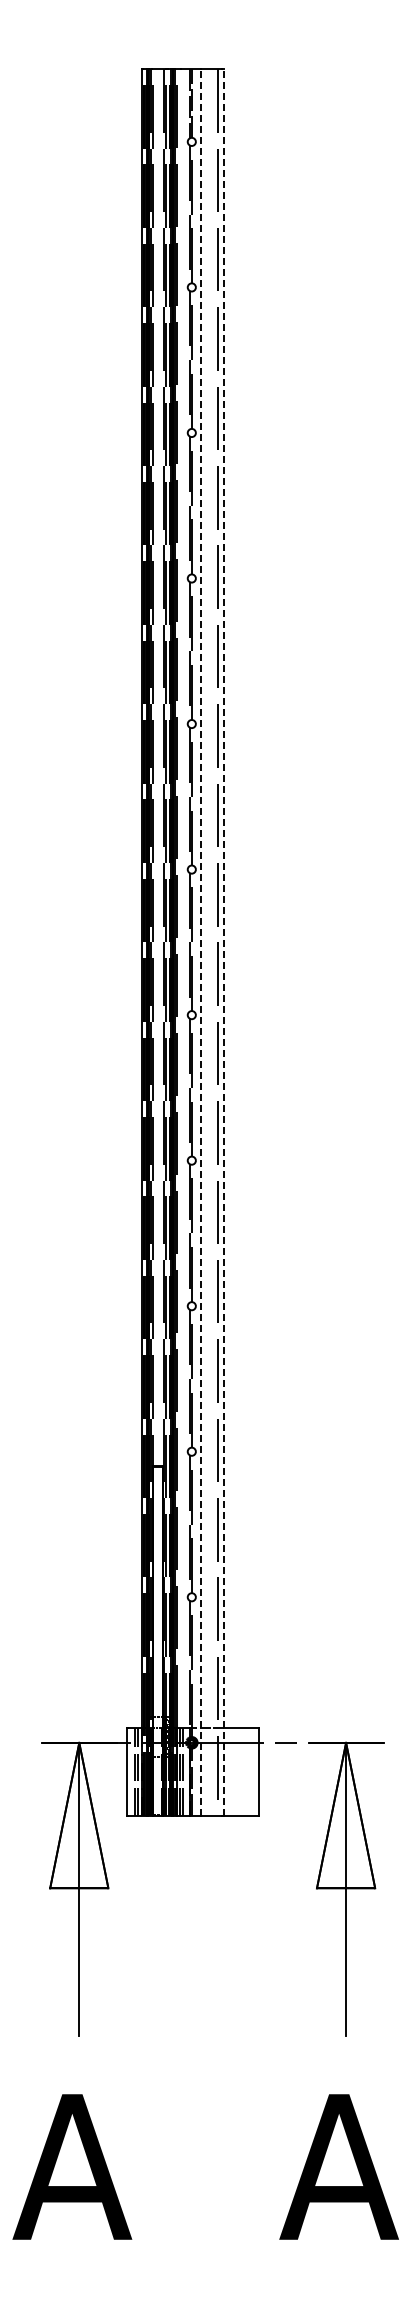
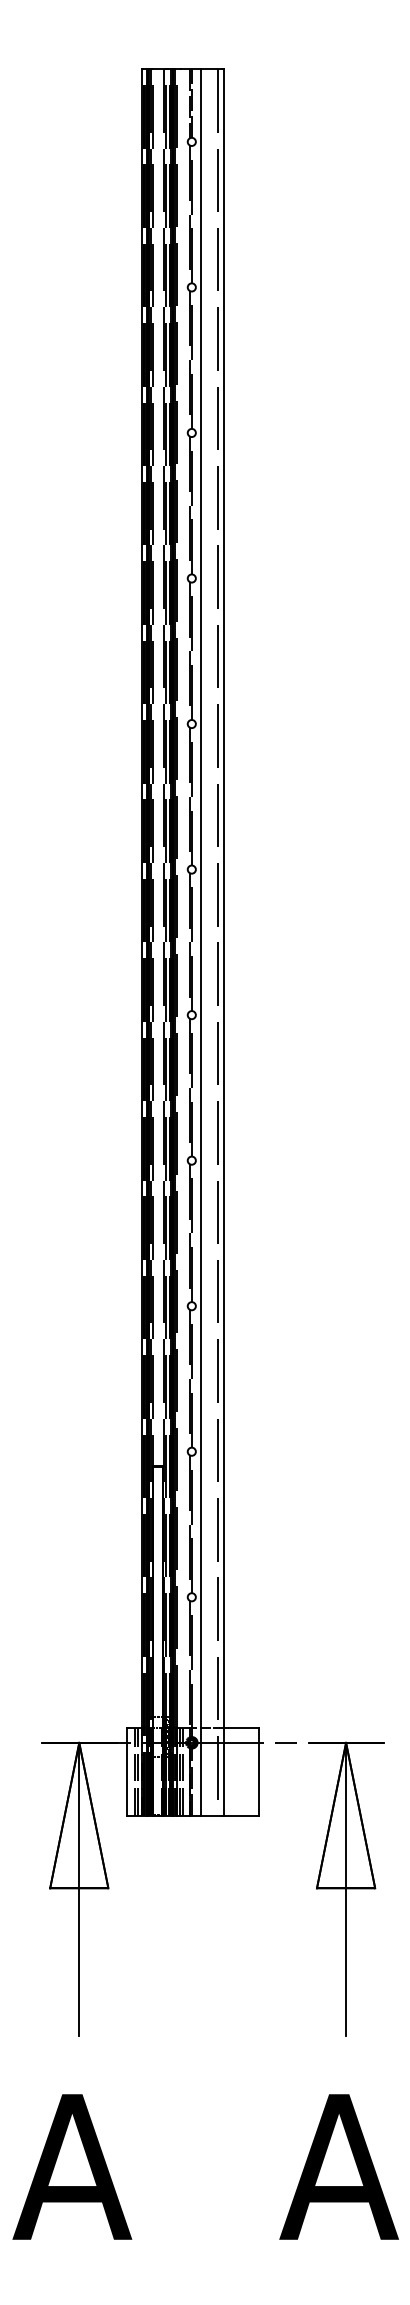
line at (200, 941): dashed -> solid
line at (223, 941): dashed -> solid
